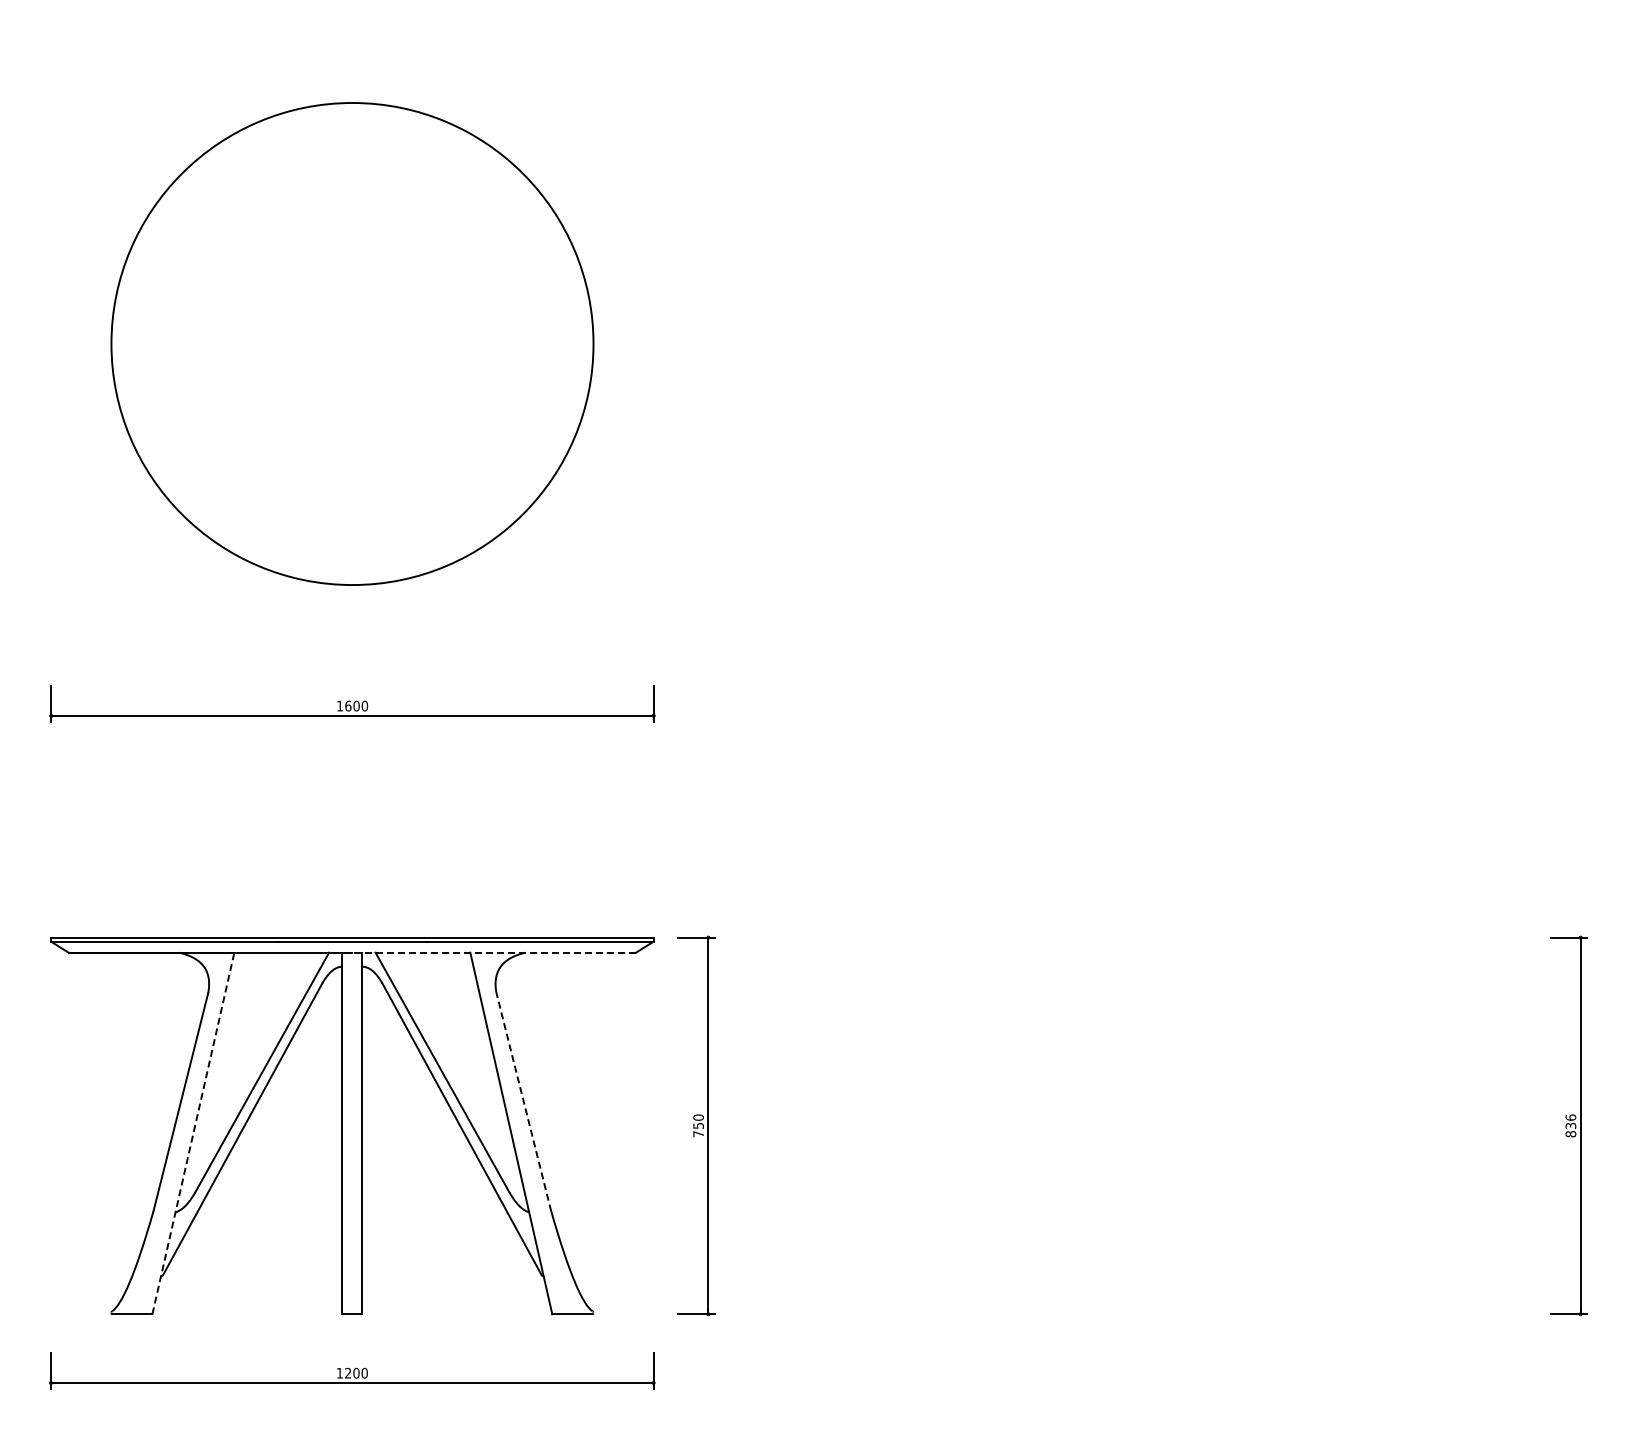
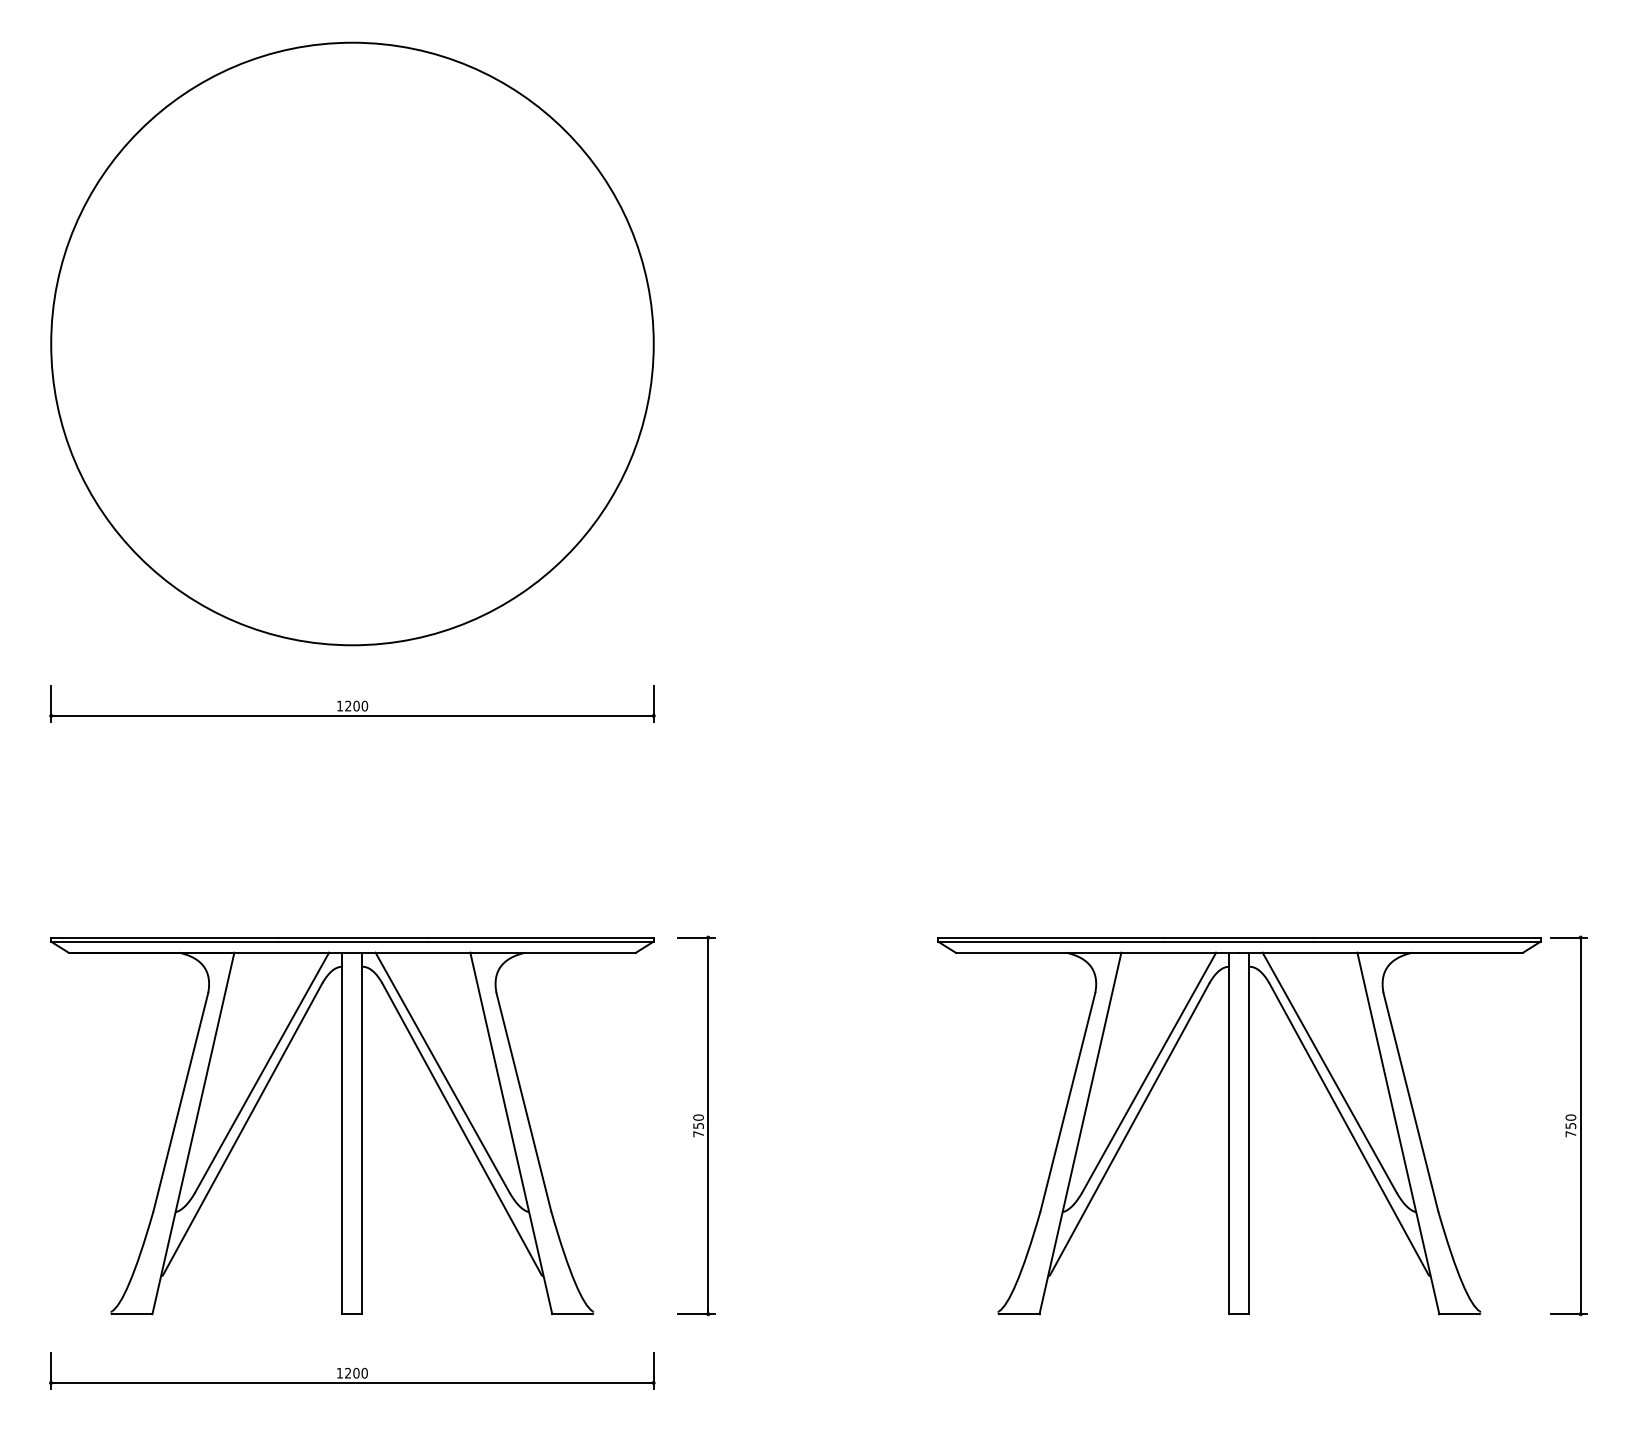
circle at (352, 343) diameter: 482 px -> 603 px
text at (348, 705): 1600 -> 1200
line at (494, 952): dashed -> solid
line at (523, 1101): dashed -> solid
text at (1570, 1125): 836 -> 750
part at (1239, 1126): none -> present
line at (193, 1132): dashed -> solid
